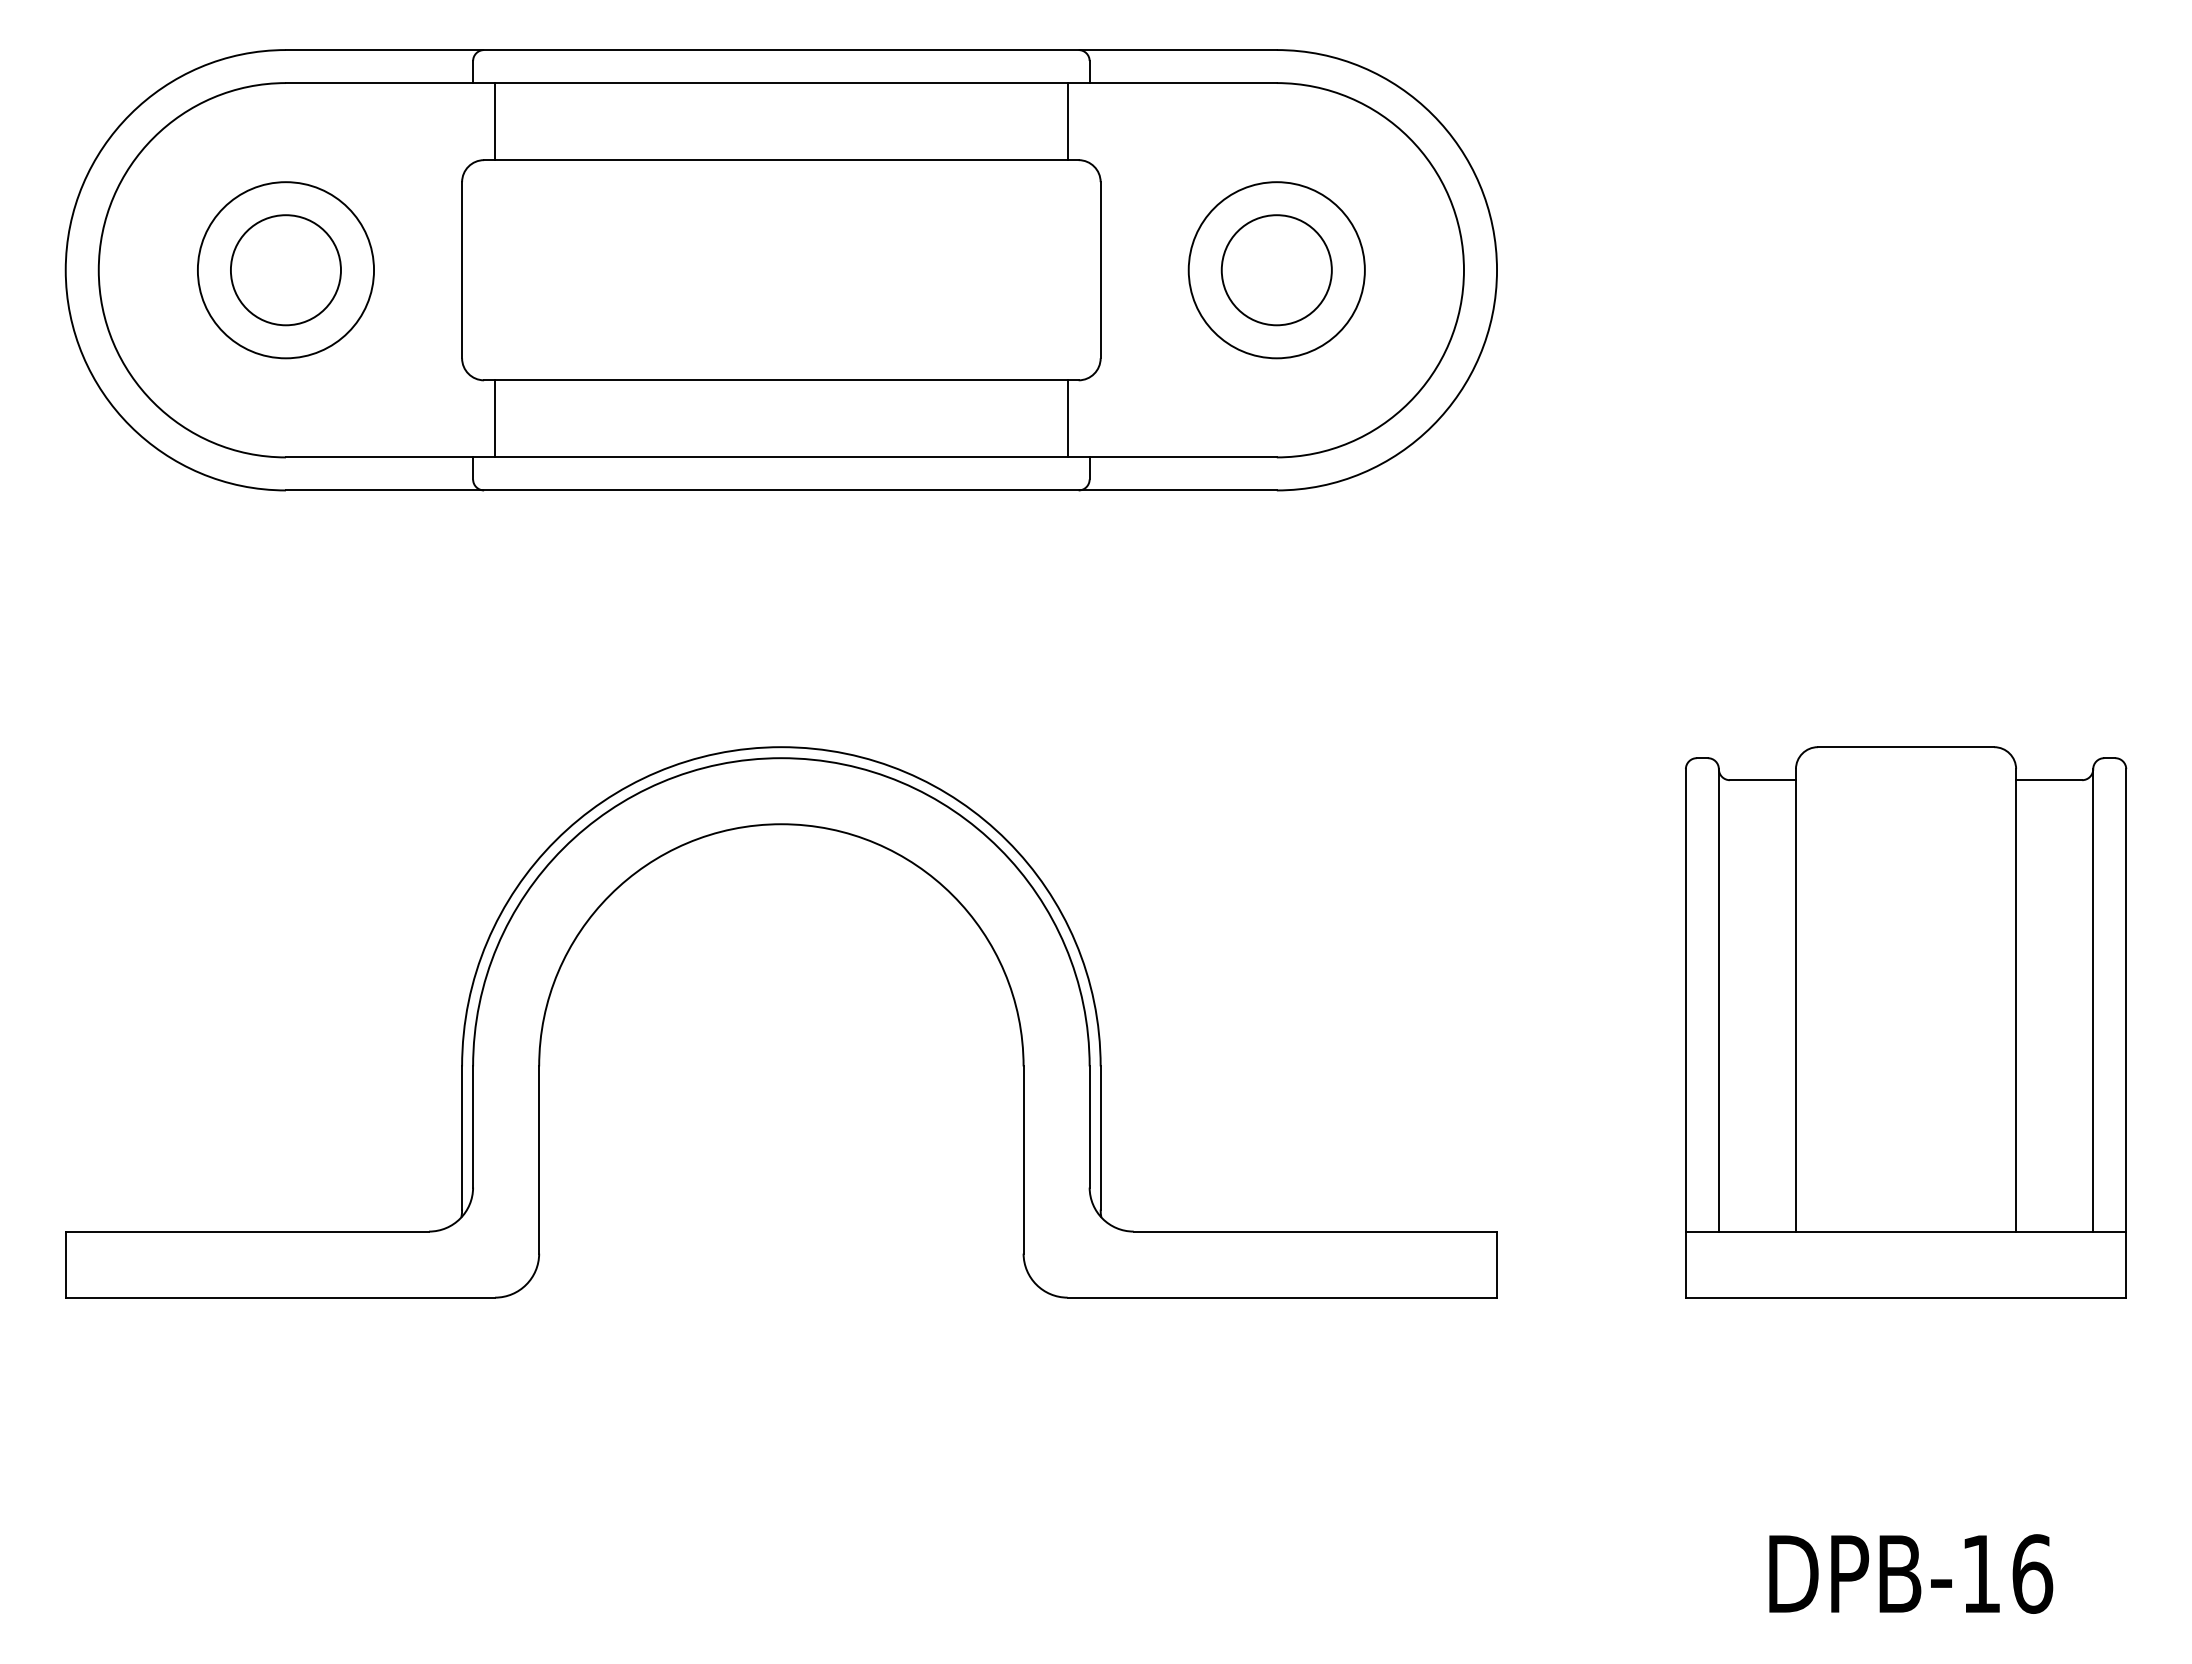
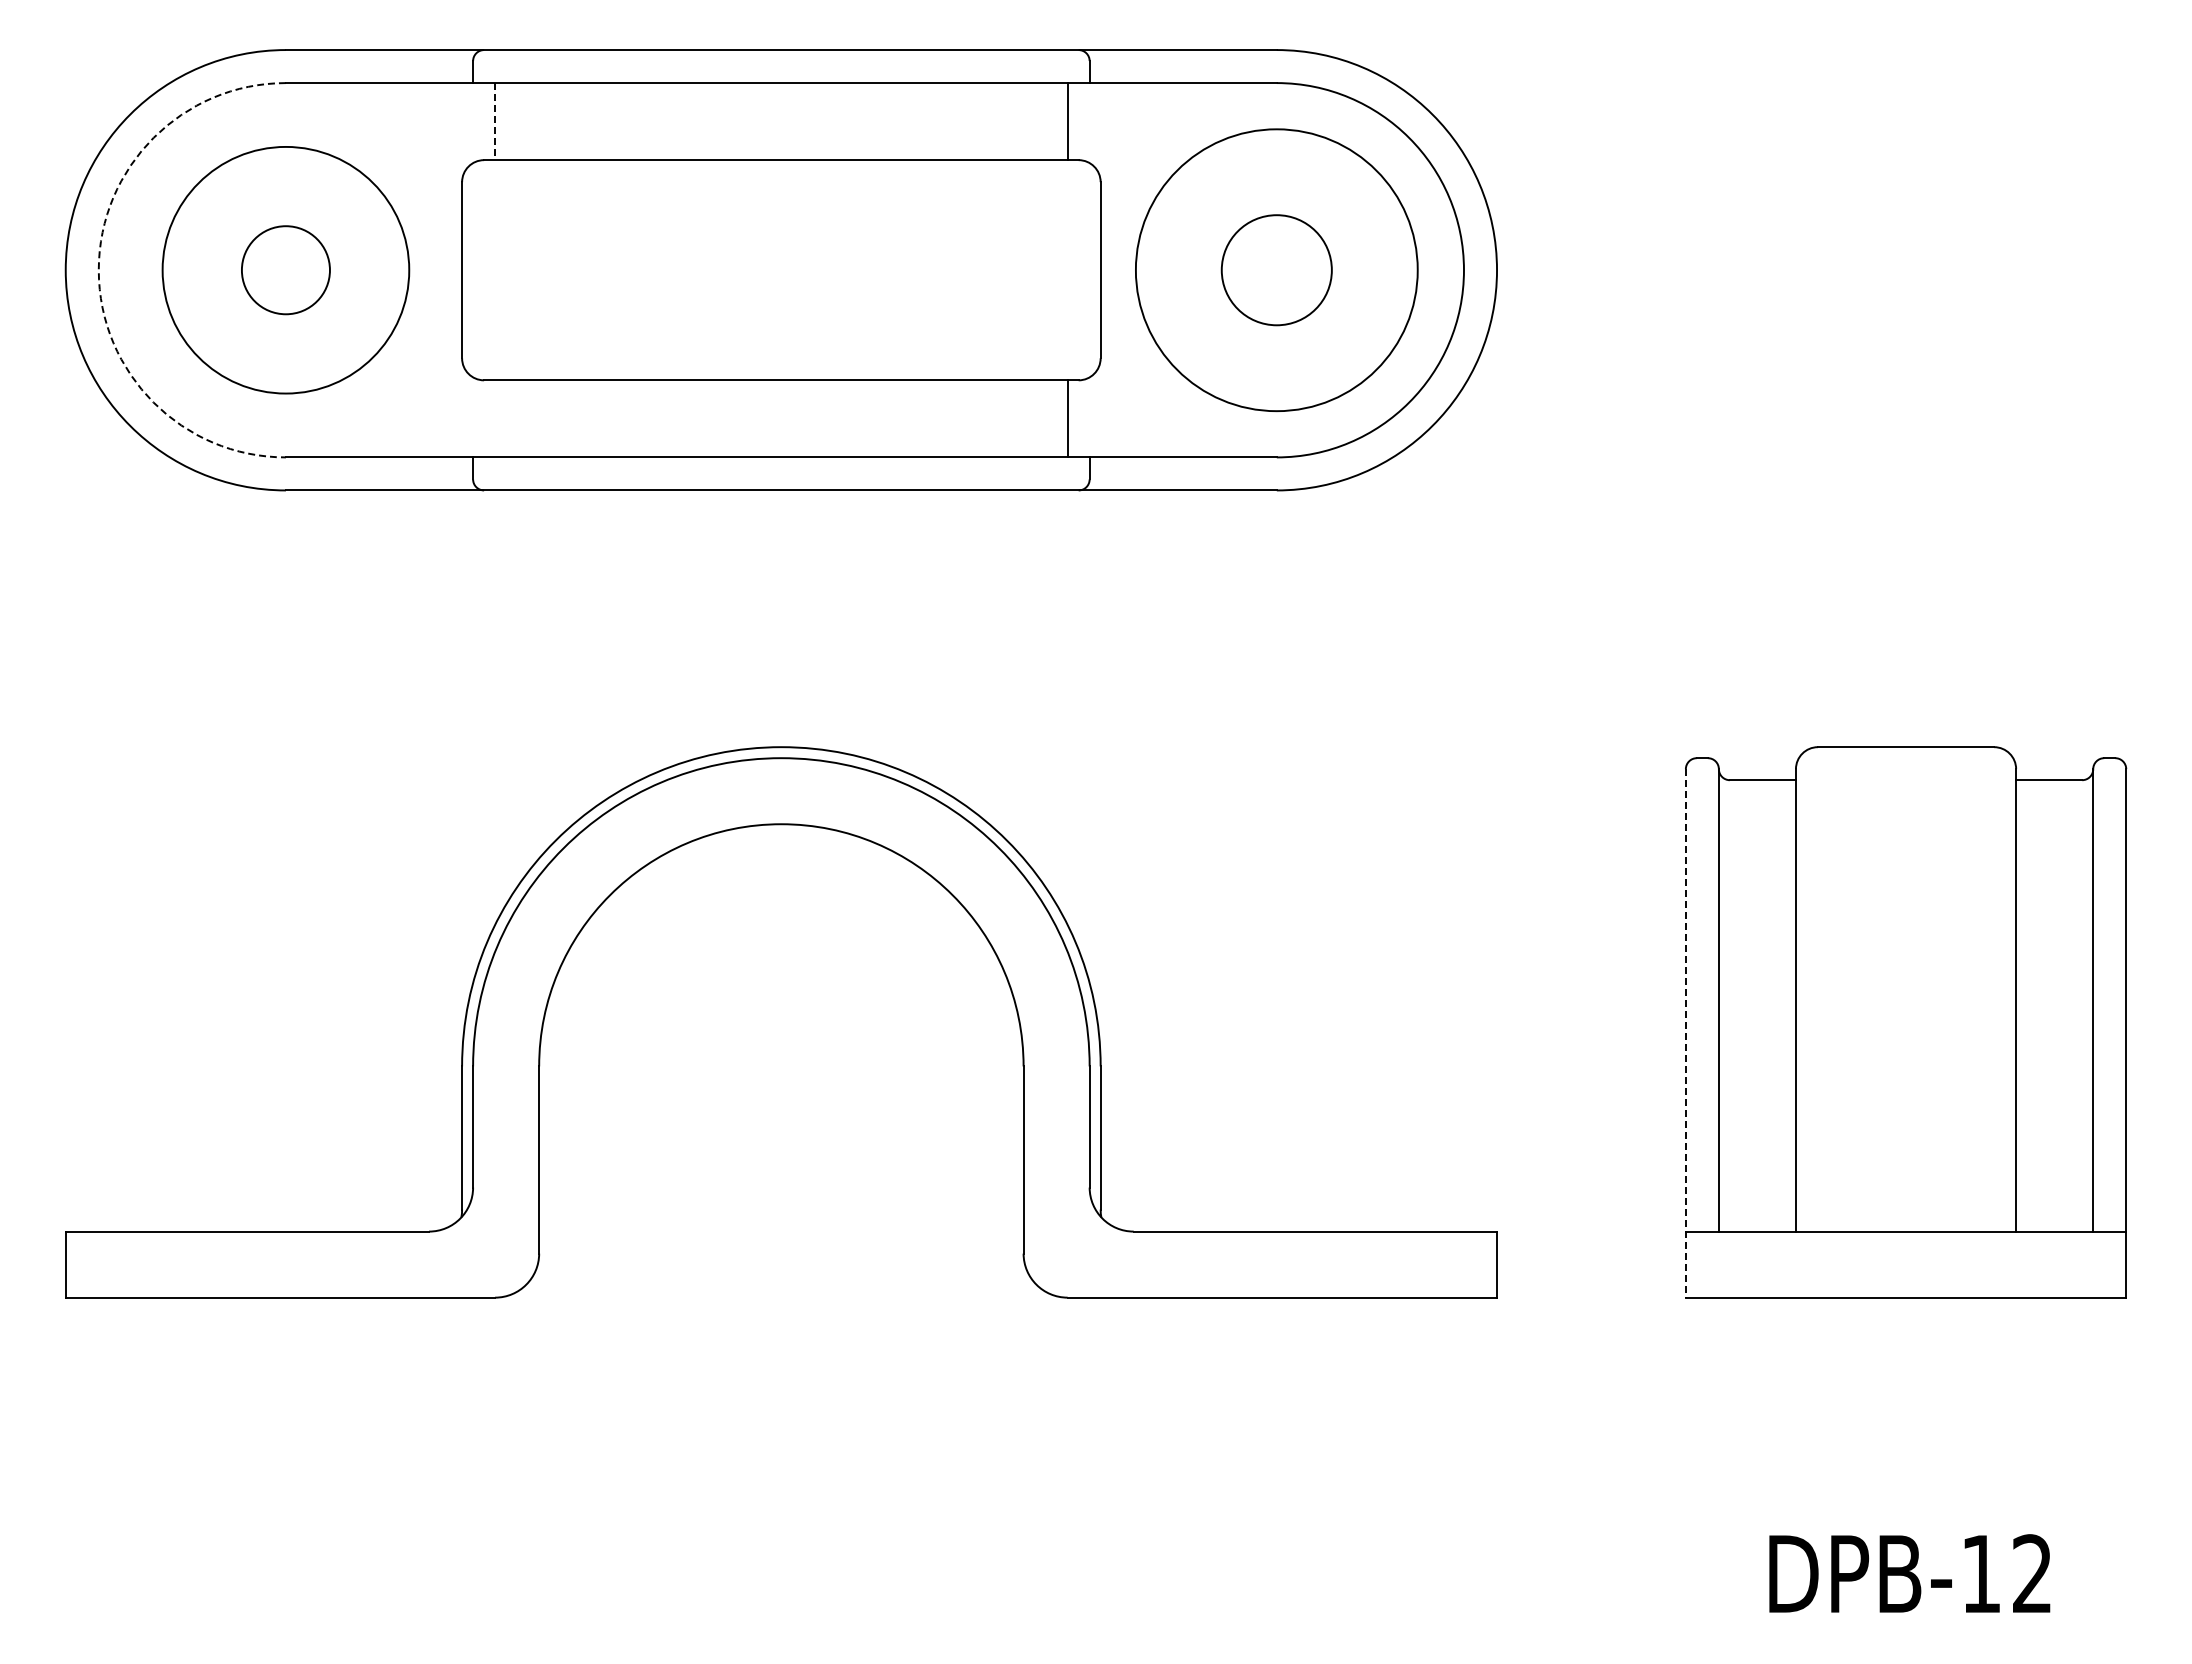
line at (495, 121): solid -> dashed
arc at (98, 270): solid -> dashed
circle at (285, 270) diameter: 110 px -> 88 px
circle at (285, 270) diameter: 176 px -> 247 px
circle at (1276, 270) diameter: 176 px -> 282 px
line at (495, 418): present -> none
line at (1685, 1033): solid -> dashed
text at (2032, 1573): DPB-16 -> DPB-12
